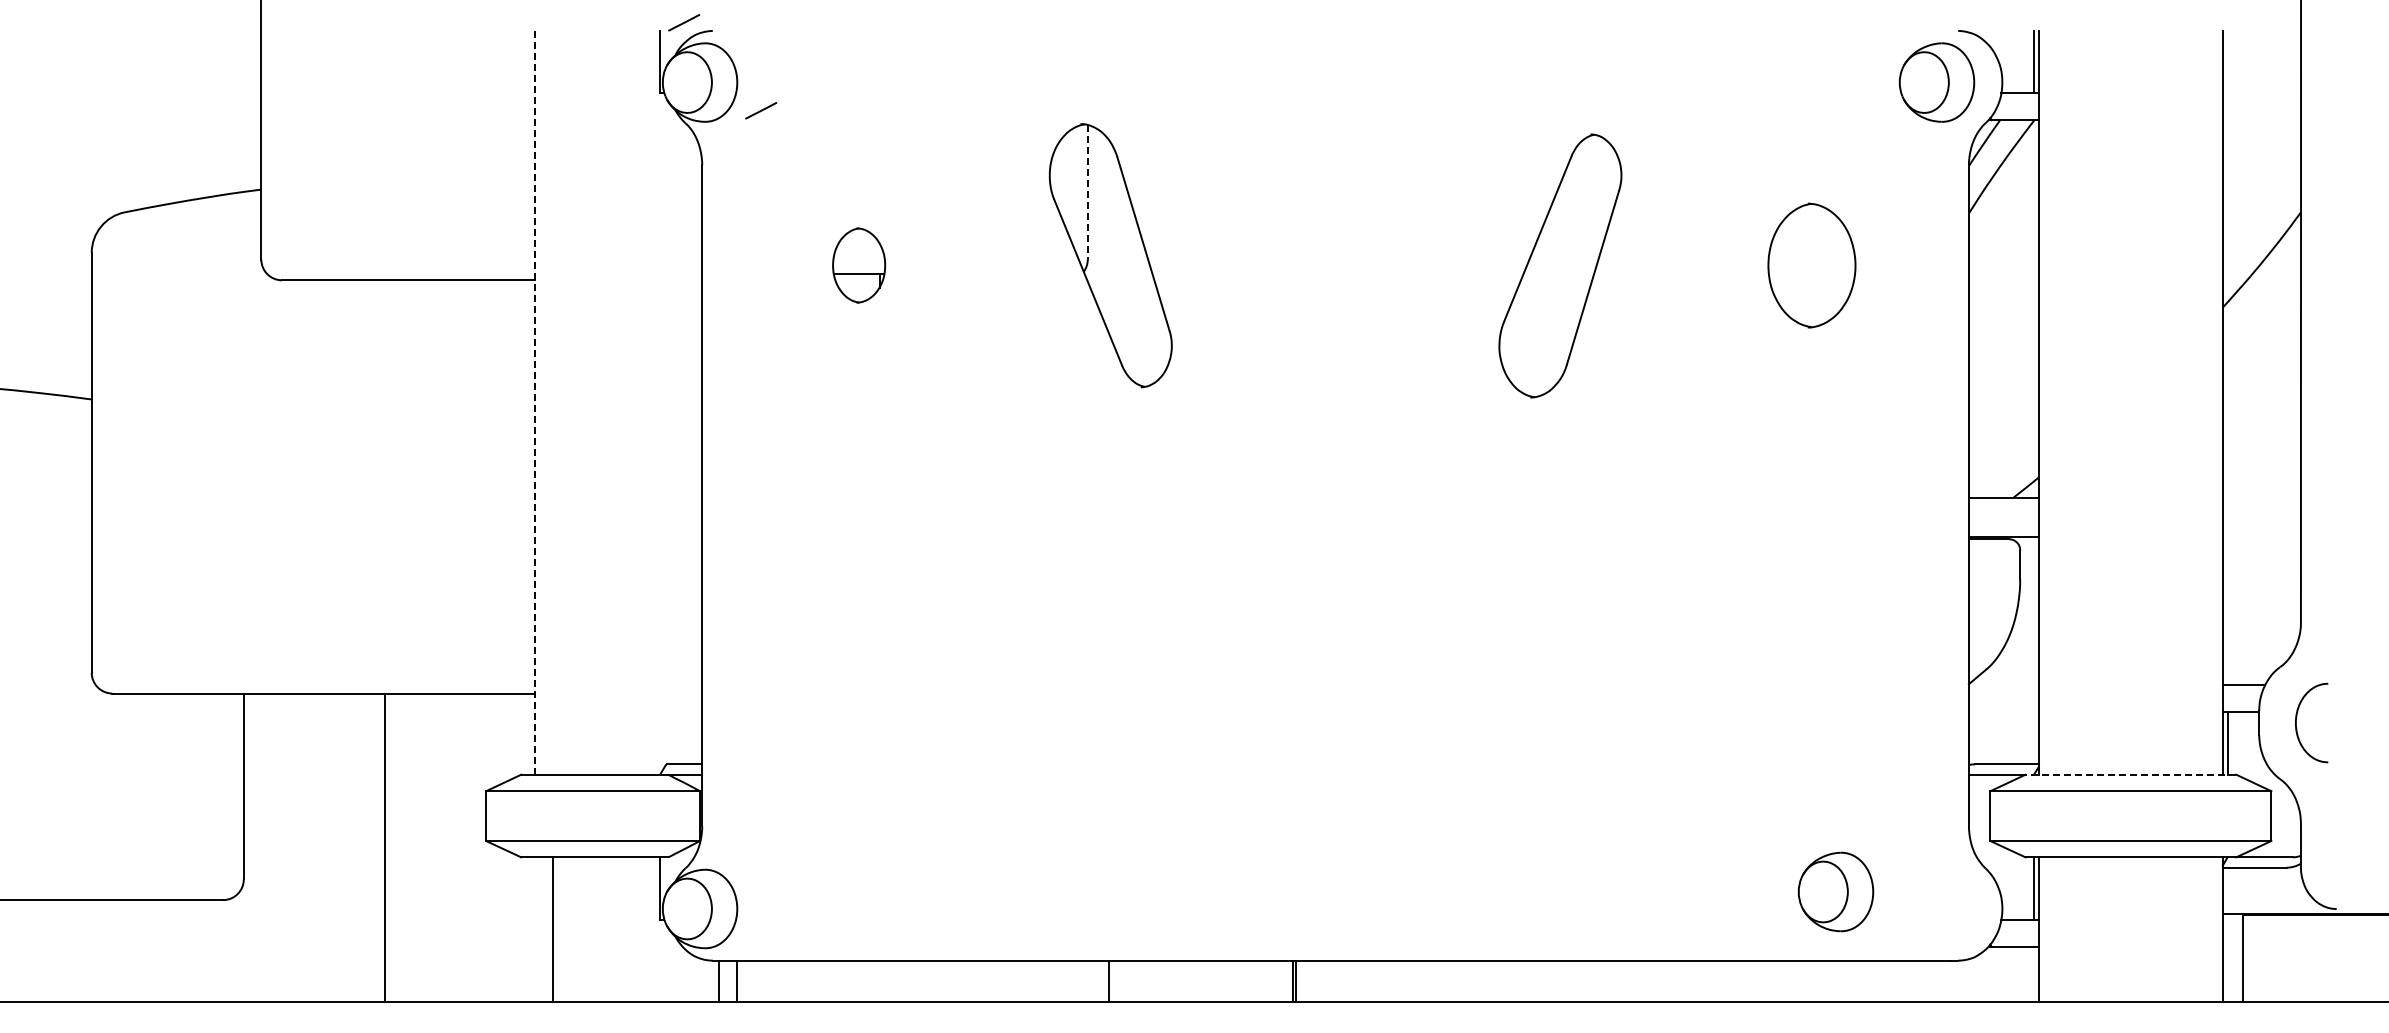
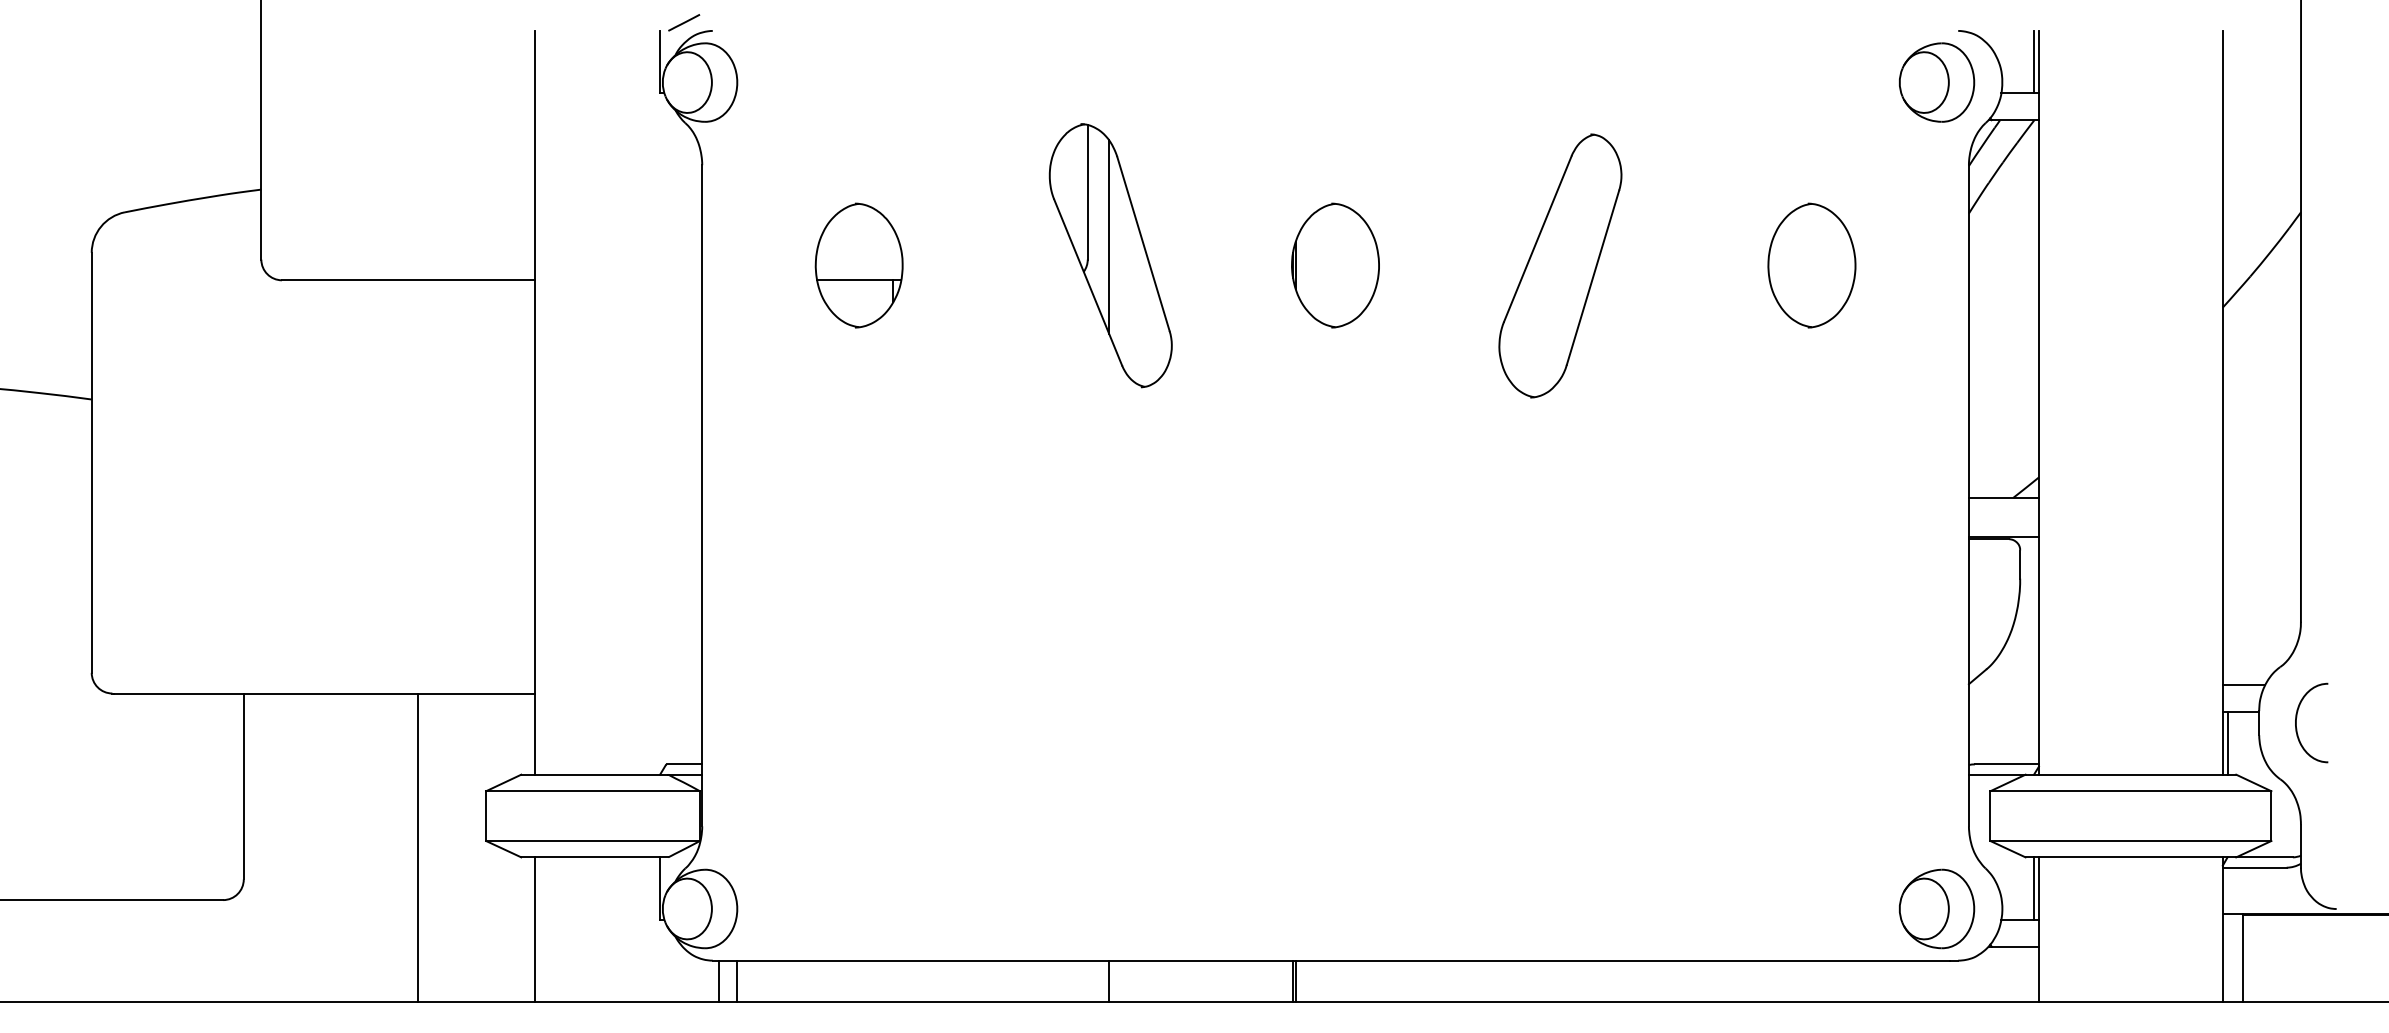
line at (761, 110): present -> none
line at (1087, 192): dashed -> solid
line at (1109, 237): none -> present
part at (859, 265) size: 55x77 px -> 90x127 px
part at (1335, 265): none -> present
line at (534, 402): dashed -> solid
line at (2130, 774): dashed -> solid
line at (384, 847) position: (384, 847) -> (417, 847)
part at (1836, 891) position: (1836, 891) -> (1937, 908)
line at (552, 929) position: (552, 929) -> (534, 929)
